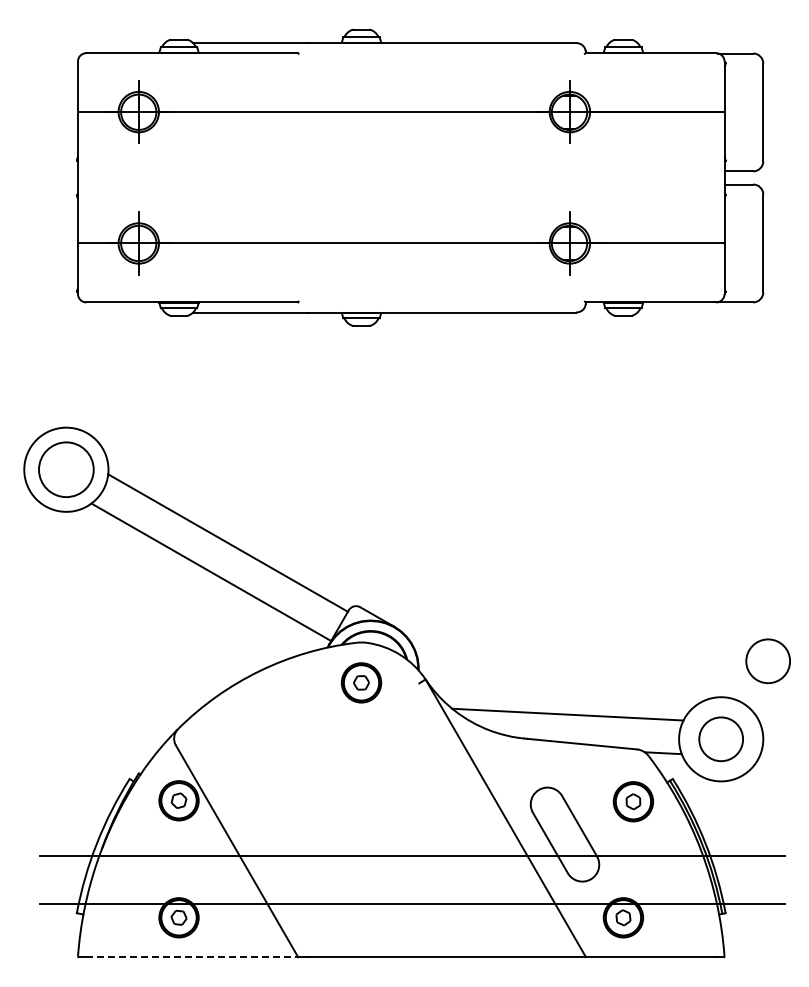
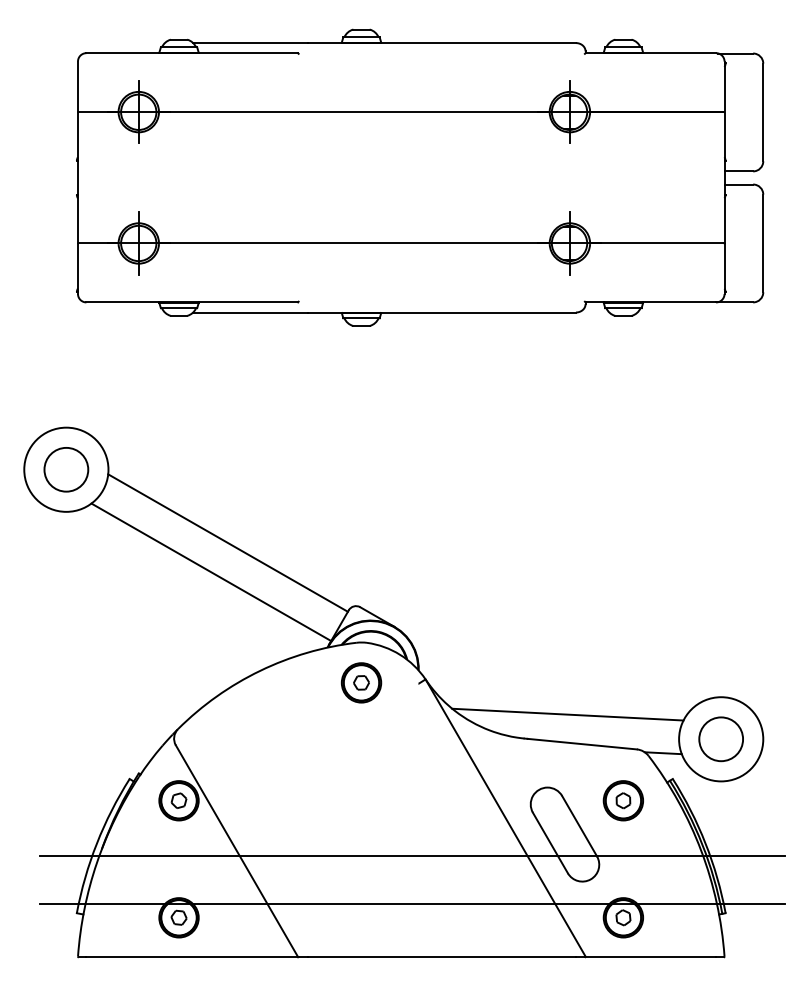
circle at (66, 469) diameter: 55 px -> 44 px
circle at (767, 661): present -> none
part at (632, 801) position: (632, 801) -> (622, 800)
line at (193, 957): dashed -> solid
